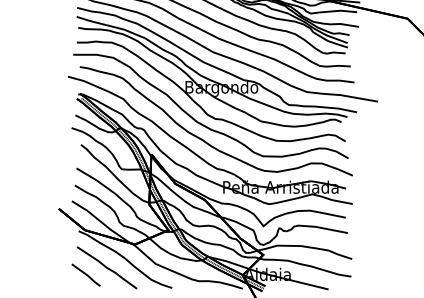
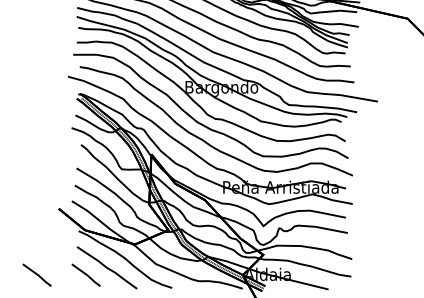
line at (36, 274): none -> present
